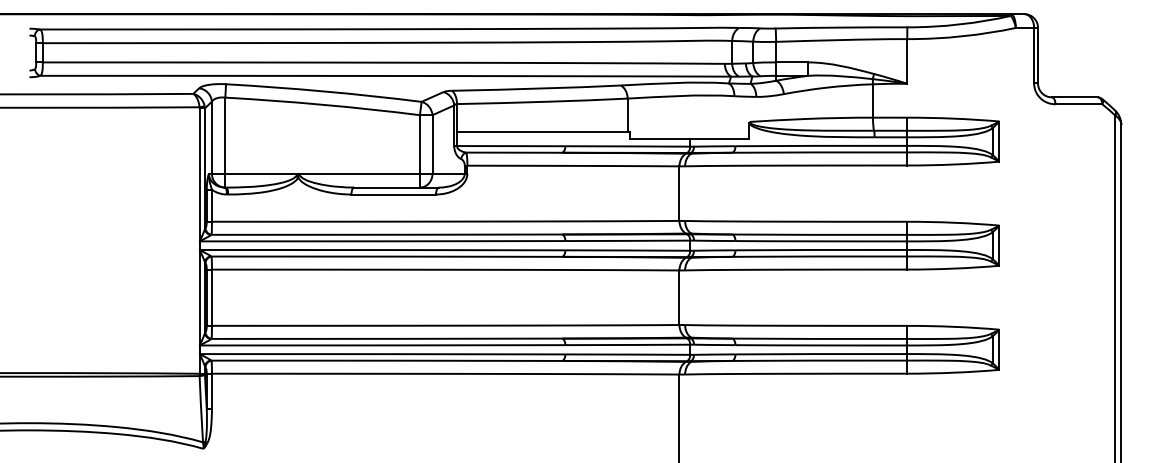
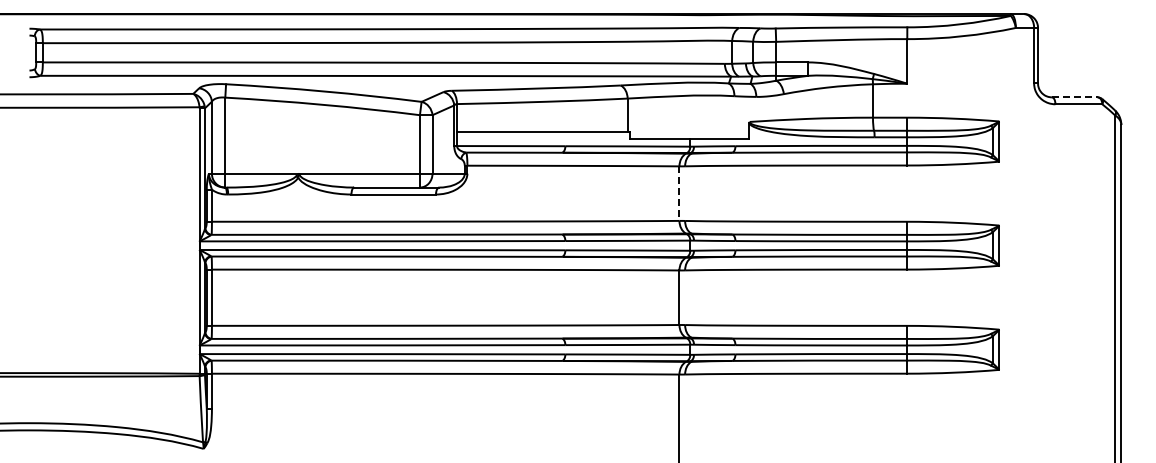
line at (1074, 97): solid -> dashed
line at (679, 194): solid -> dashed
